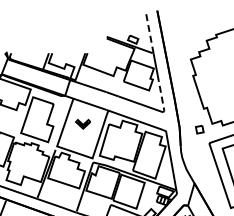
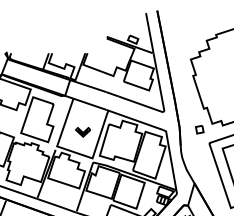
line at (149, 33): dashed -> solid
line at (161, 94): dashed -> solid
part at (82, 123) position: (82, 123) -> (82, 131)
